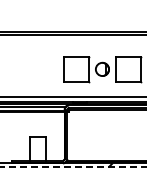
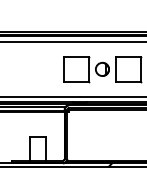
line at (72, 36): none -> present
line at (72, 41): none -> present
line at (73, 167): dashed -> solid
